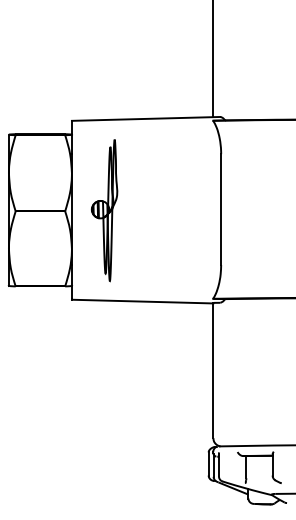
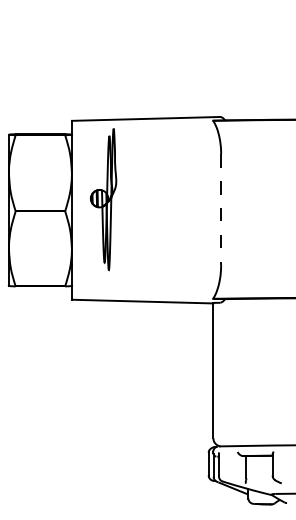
line at (213, 59): present -> none
part at (104, 210) position: (104, 210) -> (103, 199)
line at (221, 210): solid -> dashed
